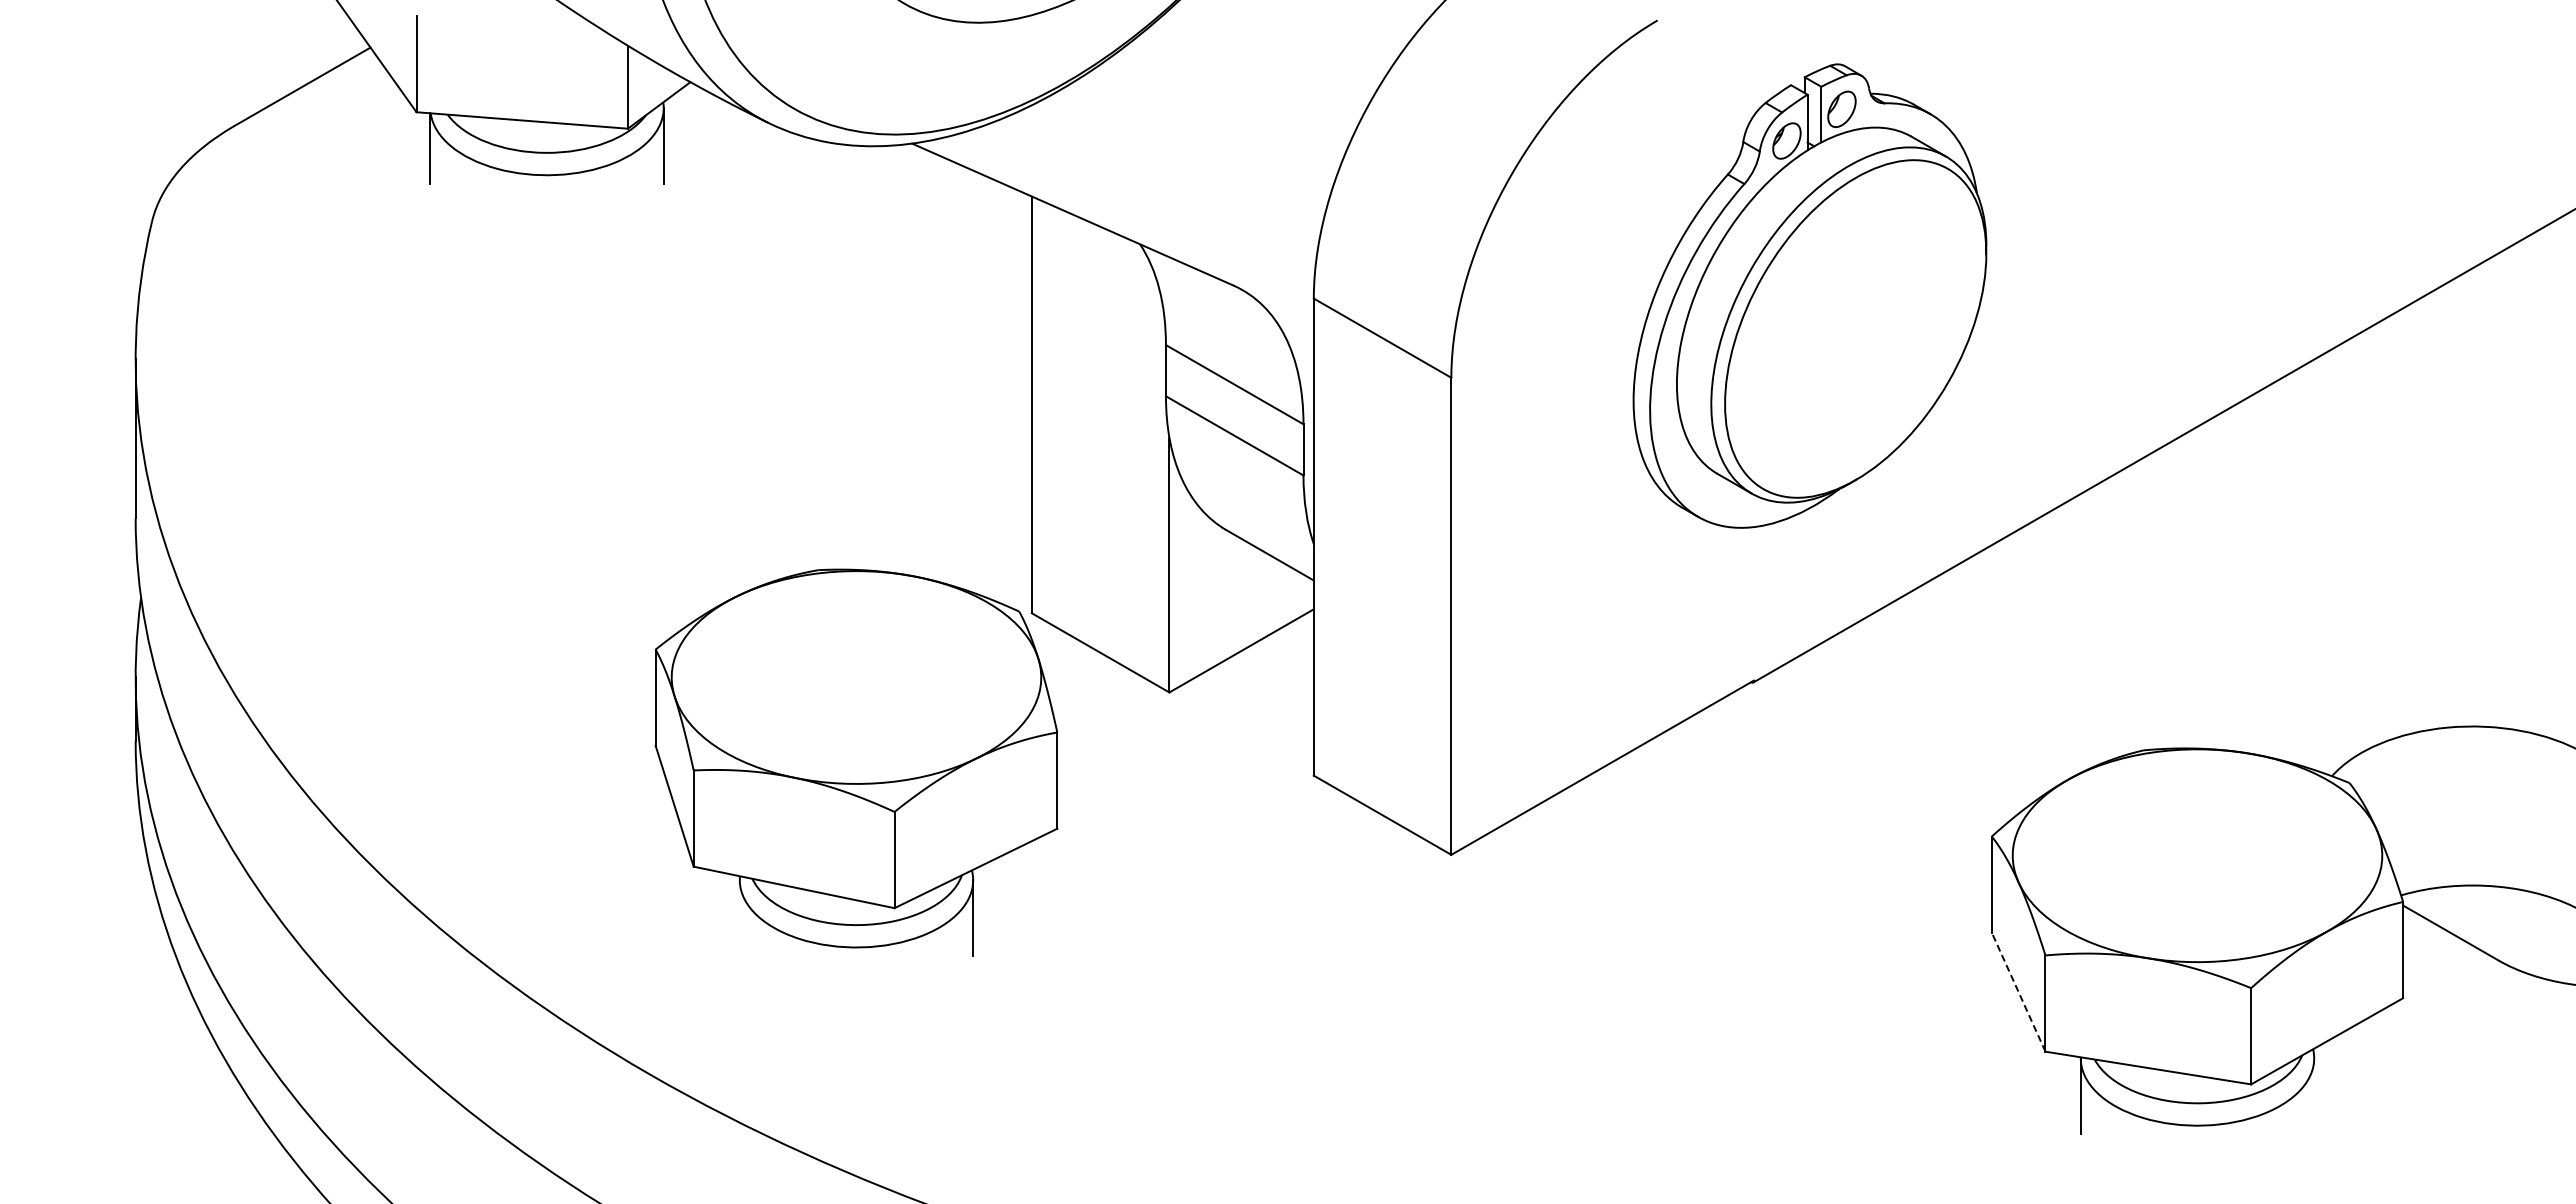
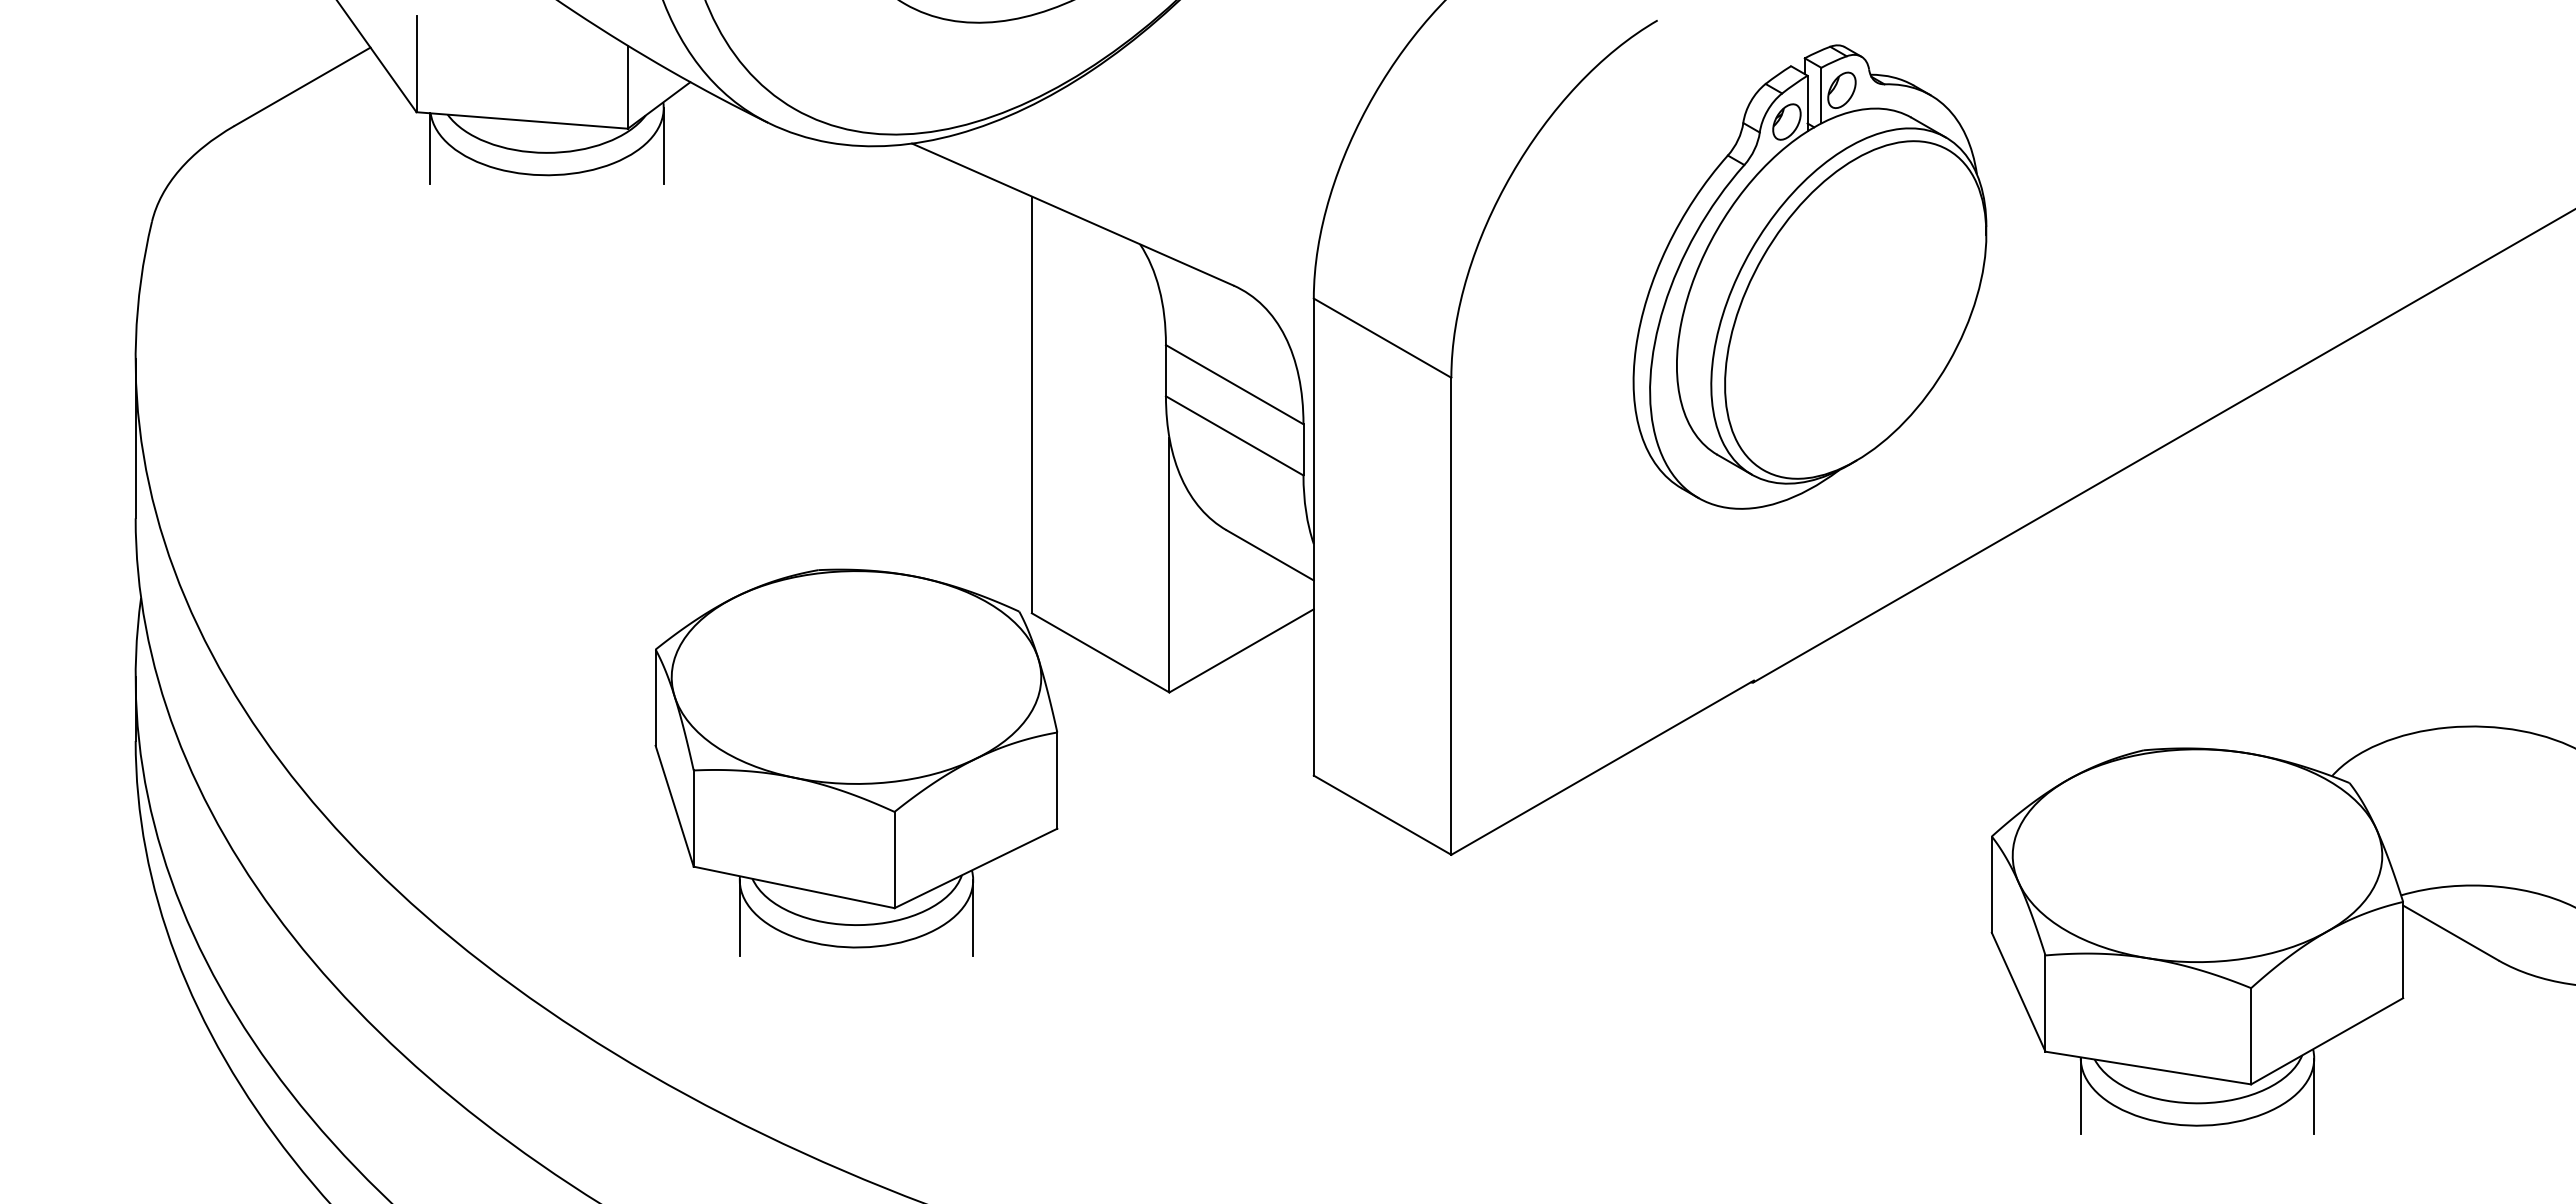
part at (1809, 295) position: (1809, 295) -> (1809, 276)
line at (739, 917): none -> present
line at (2018, 991): dashed -> solid
line at (2314, 1096): none -> present
